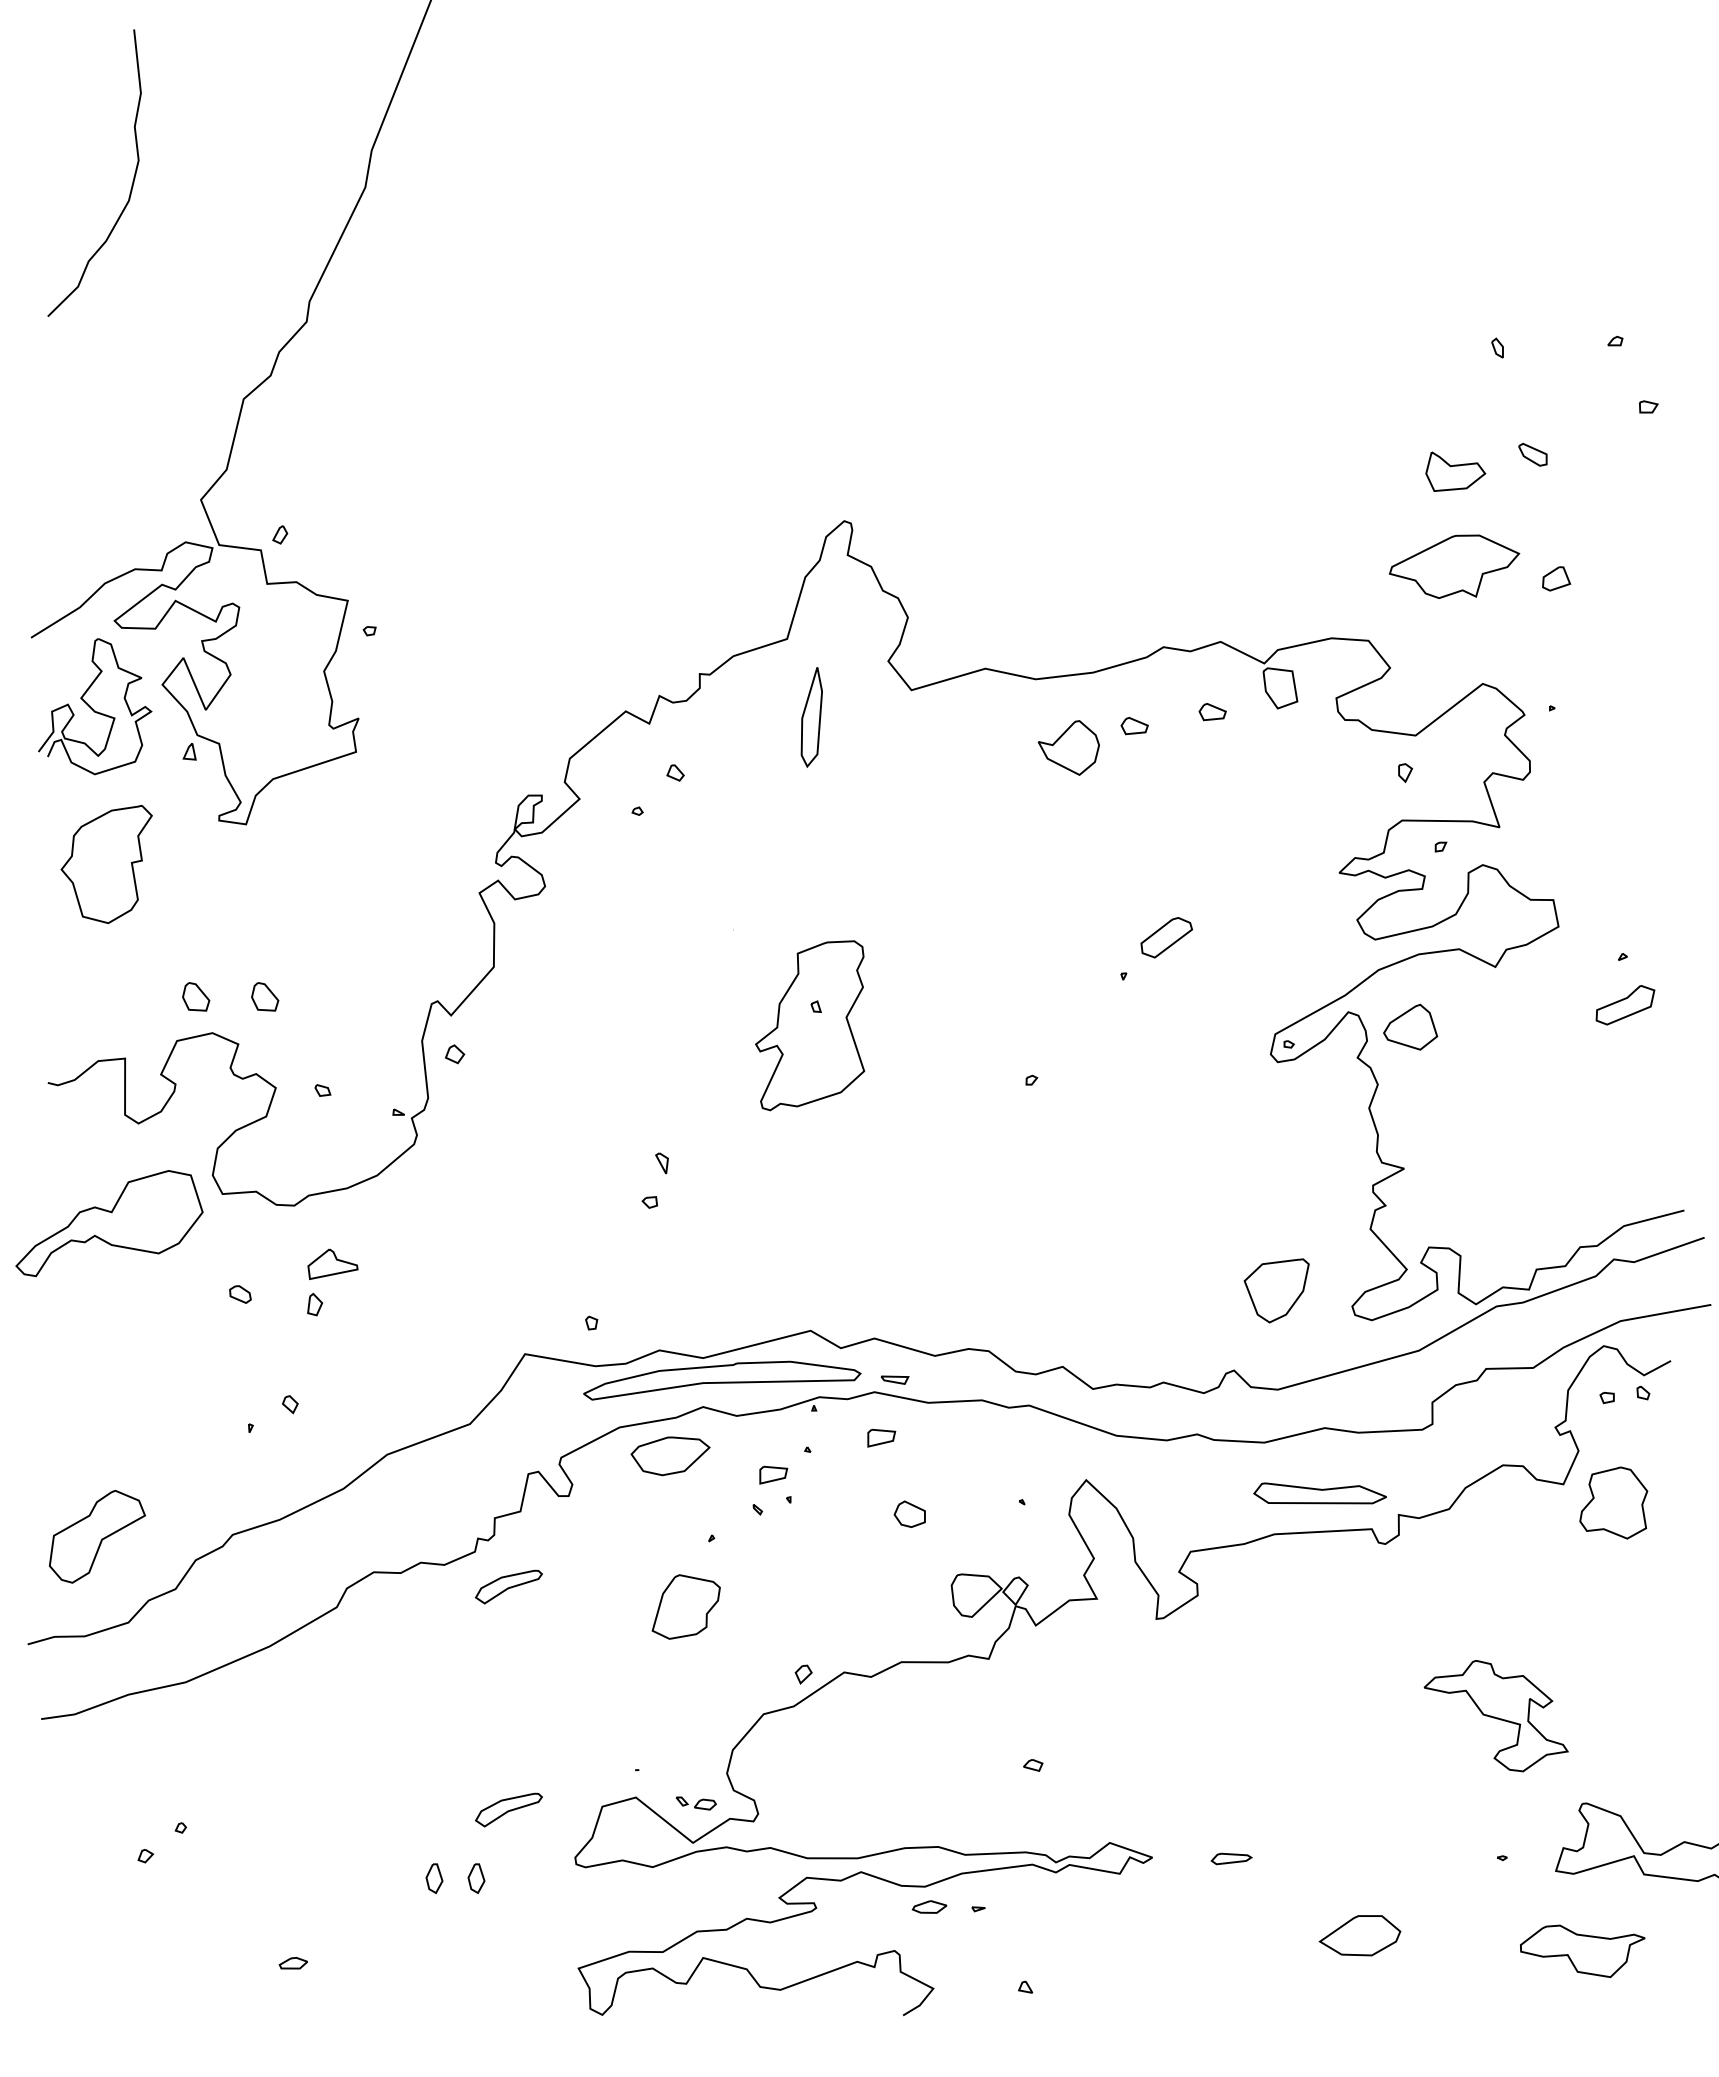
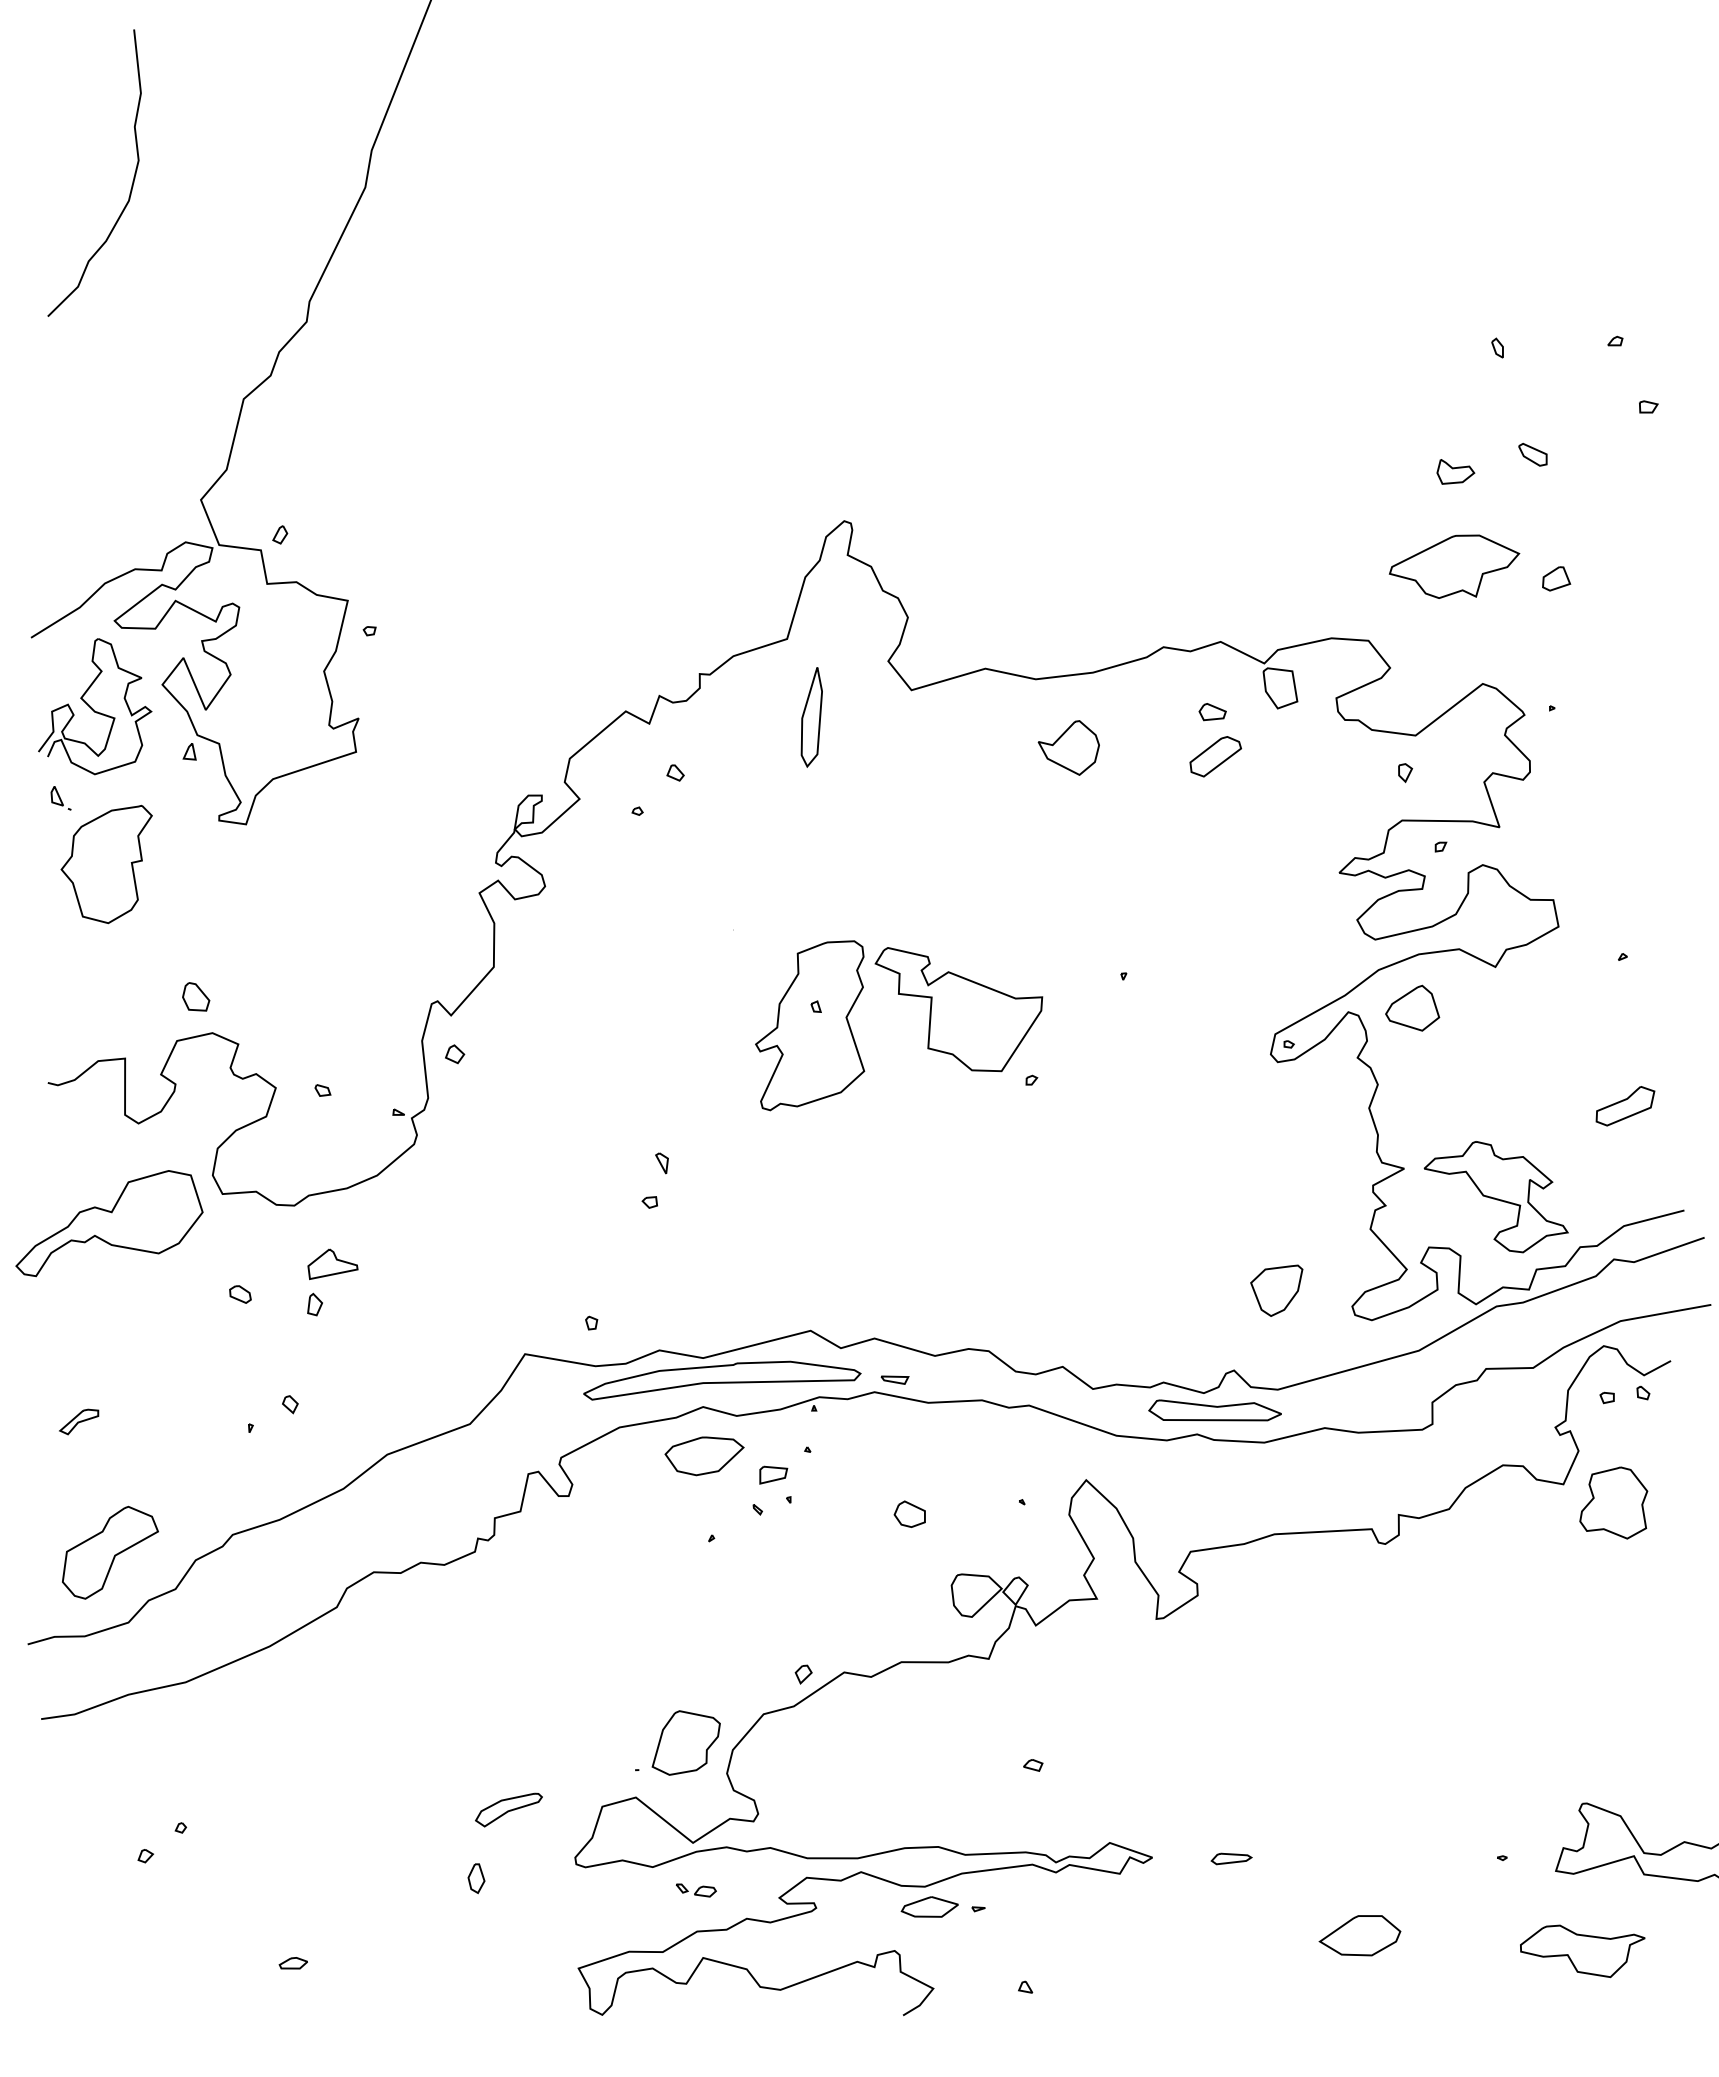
part at (1455, 471) size: 62x41 px -> 40x26 px
part at (1134, 726): present -> none
part at (60, 798): none -> present
part at (1166, 937) position: (1166, 937) -> (1215, 756)
part at (265, 996): present -> none
part at (1625, 1005) position: (1625, 1005) -> (1625, 1106)
part at (958, 1009): none -> present
part at (1410, 1026) position: (1410, 1026) -> (1412, 1007)
part at (1276, 1290) size: 67x66 px -> 54x53 px
part at (79, 1421): none -> present
part at (881, 1437): present -> none
part at (670, 1456) position: (670, 1456) -> (704, 1456)
part at (1319, 1493) position: (1319, 1493) -> (1214, 1410)
part at (97, 1536) position: (97, 1536) -> (110, 1552)
part at (508, 1586): present -> none
part at (685, 1606) position: (685, 1606) -> (685, 1742)
part at (1495, 1716) position: (1495, 1716) -> (1495, 1197)
part at (696, 1803) position: (696, 1803) -> (696, 1890)
part at (434, 1878): present -> none
part at (929, 1906) size: 37x14 px -> 59x22 px
